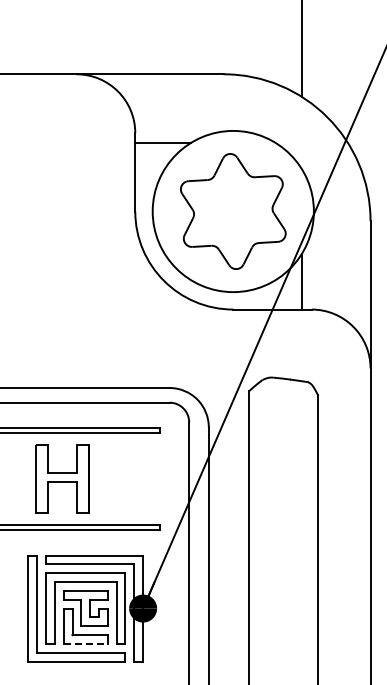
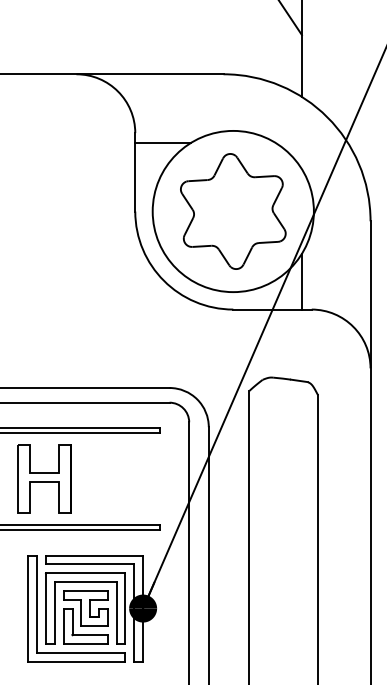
line at (290, 18): none -> present
part at (62, 478) position: (62, 478) -> (44, 478)
line at (86, 643): dashed -> solid
